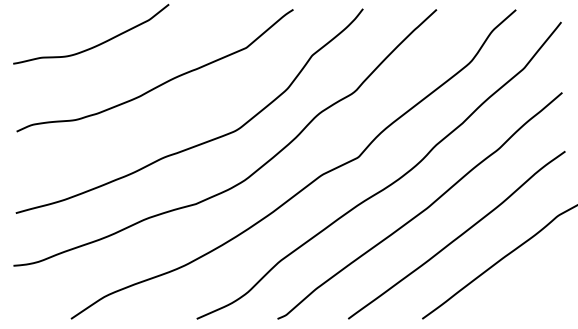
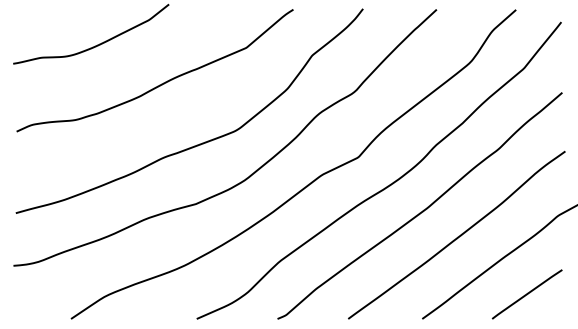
line at (526, 294): none -> present
